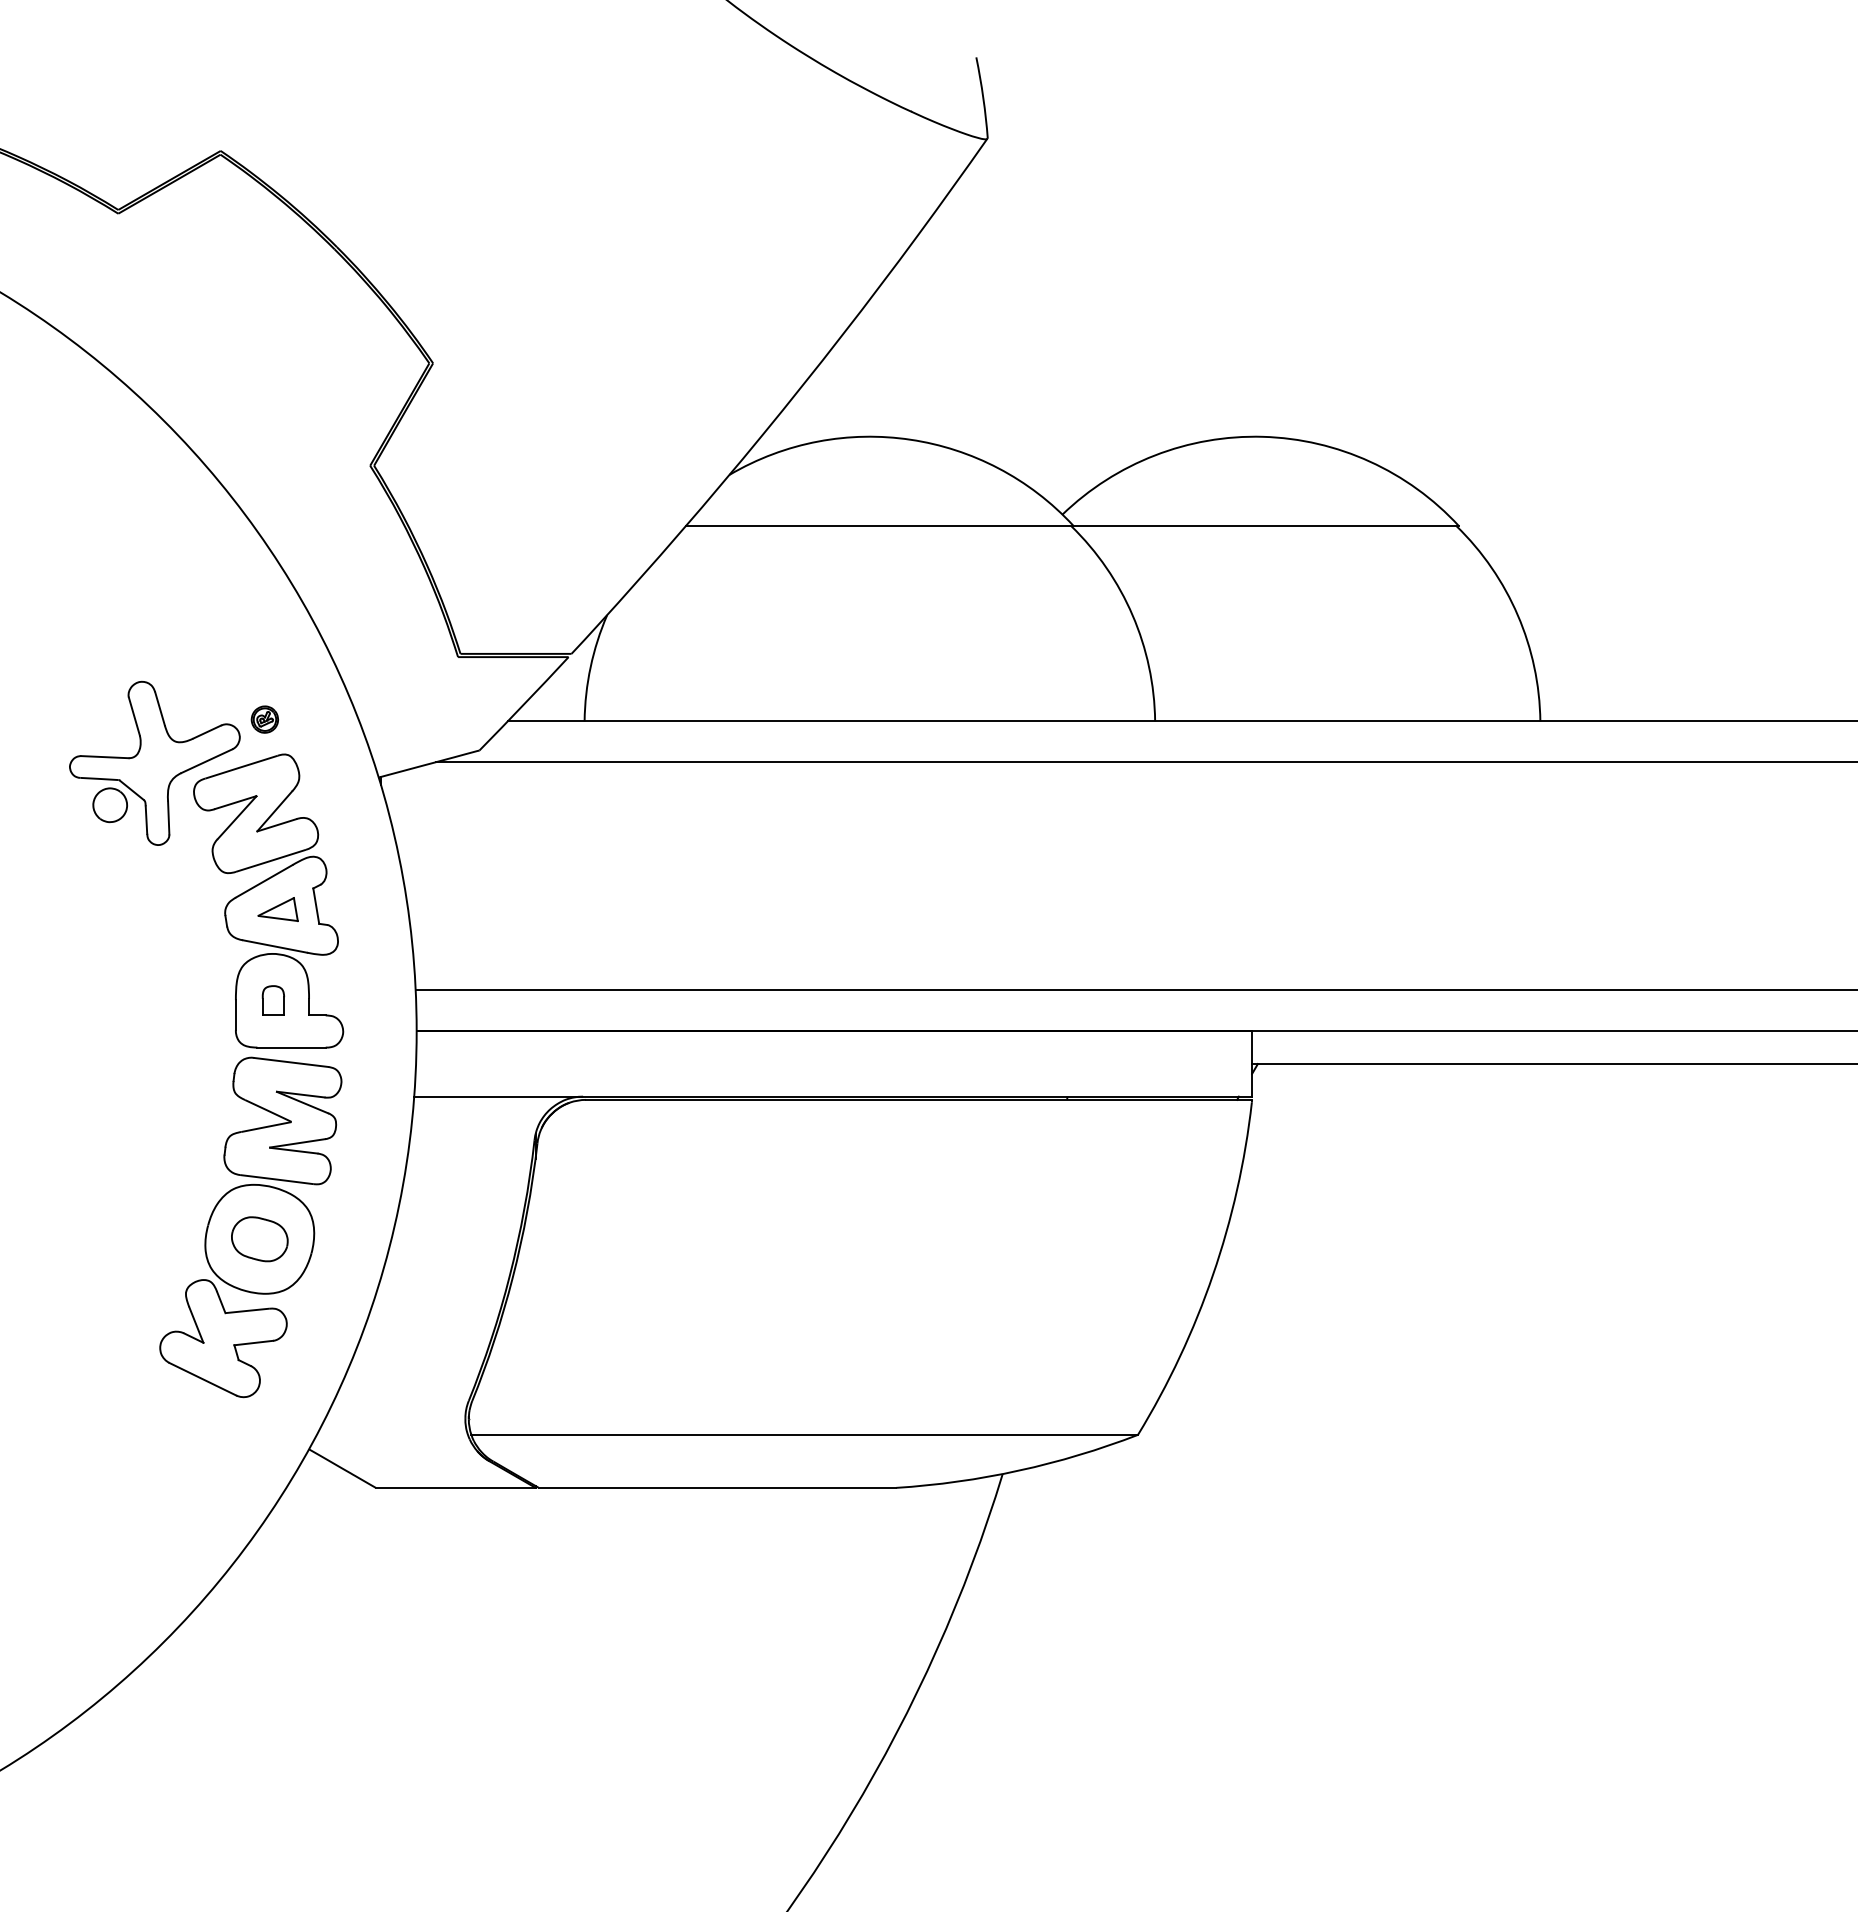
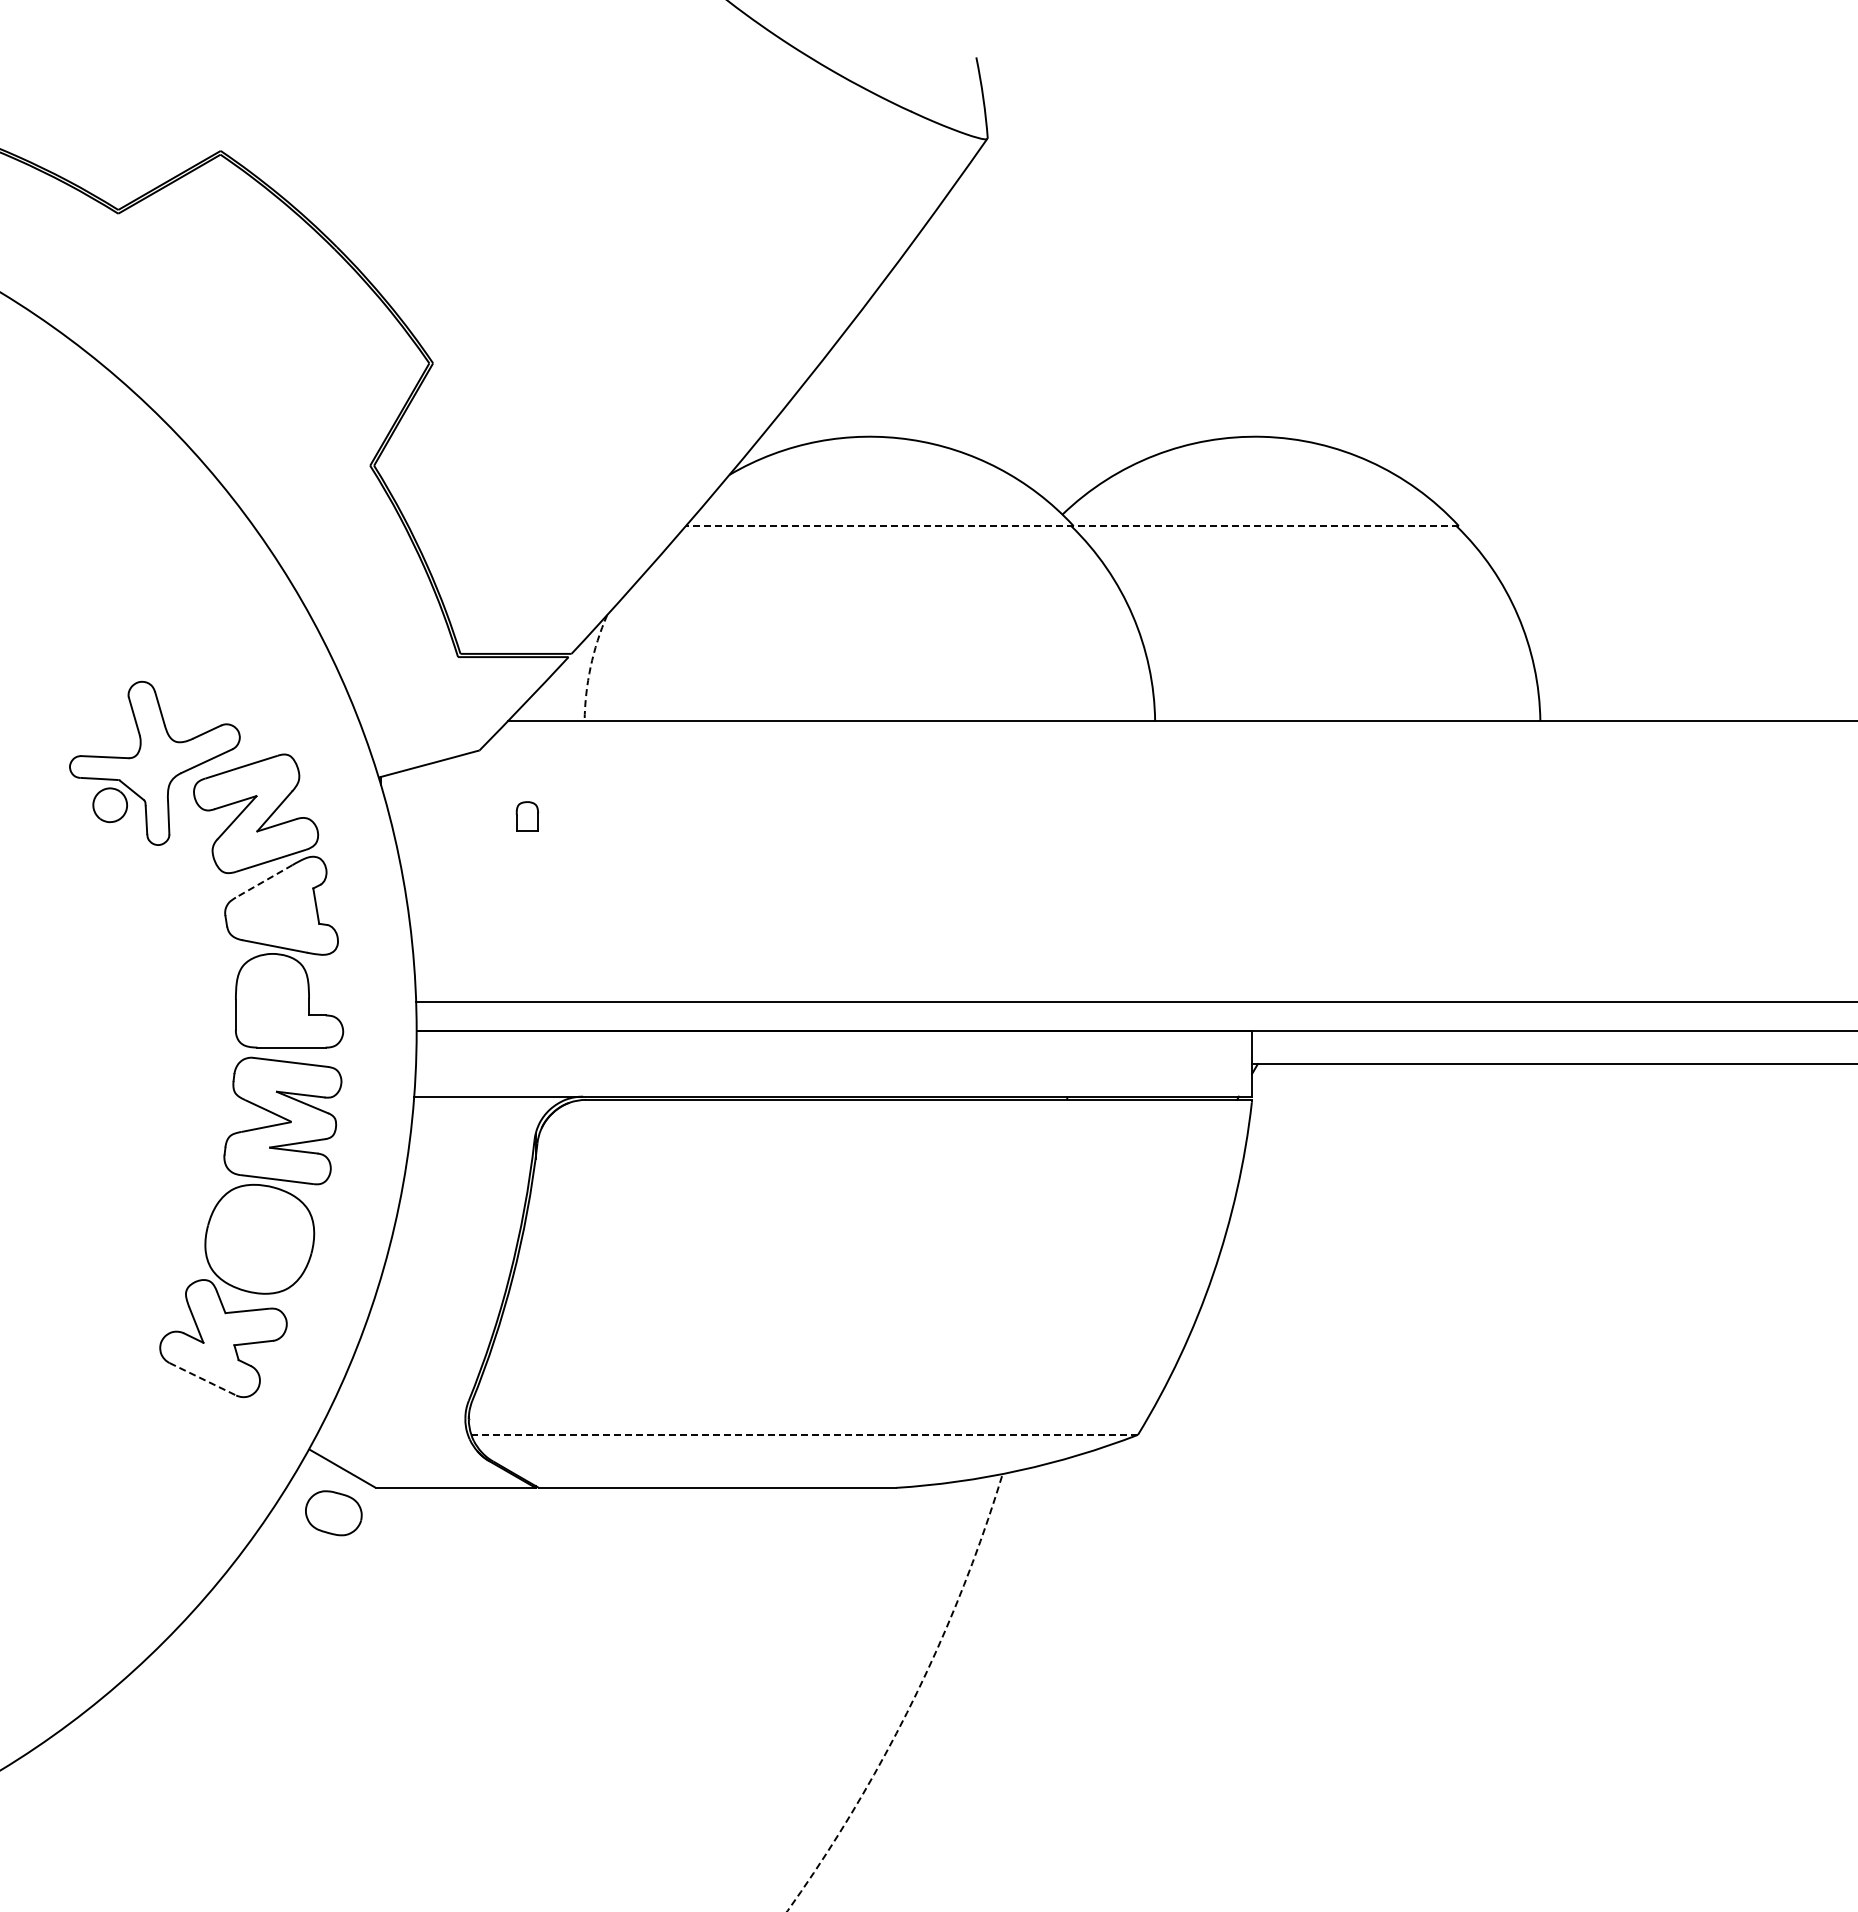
line at (1071, 526): solid -> dashed
arc at (590, 667): solid -> dashed
part at (264, 719): present -> none
line at (1145, 762): present -> none
line at (264, 881): solid -> dashed
part at (277, 909): present -> none
line at (1134, 990) position: (1134, 990) -> (1134, 1002)
part at (272, 1000) position: (272, 1000) -> (526, 816)
part at (259, 1239) position: (259, 1239) -> (333, 1513)
line at (203, 1379): solid -> dashed
line at (804, 1434): solid -> dashed
arc at (912, 1701): solid -> dashed
